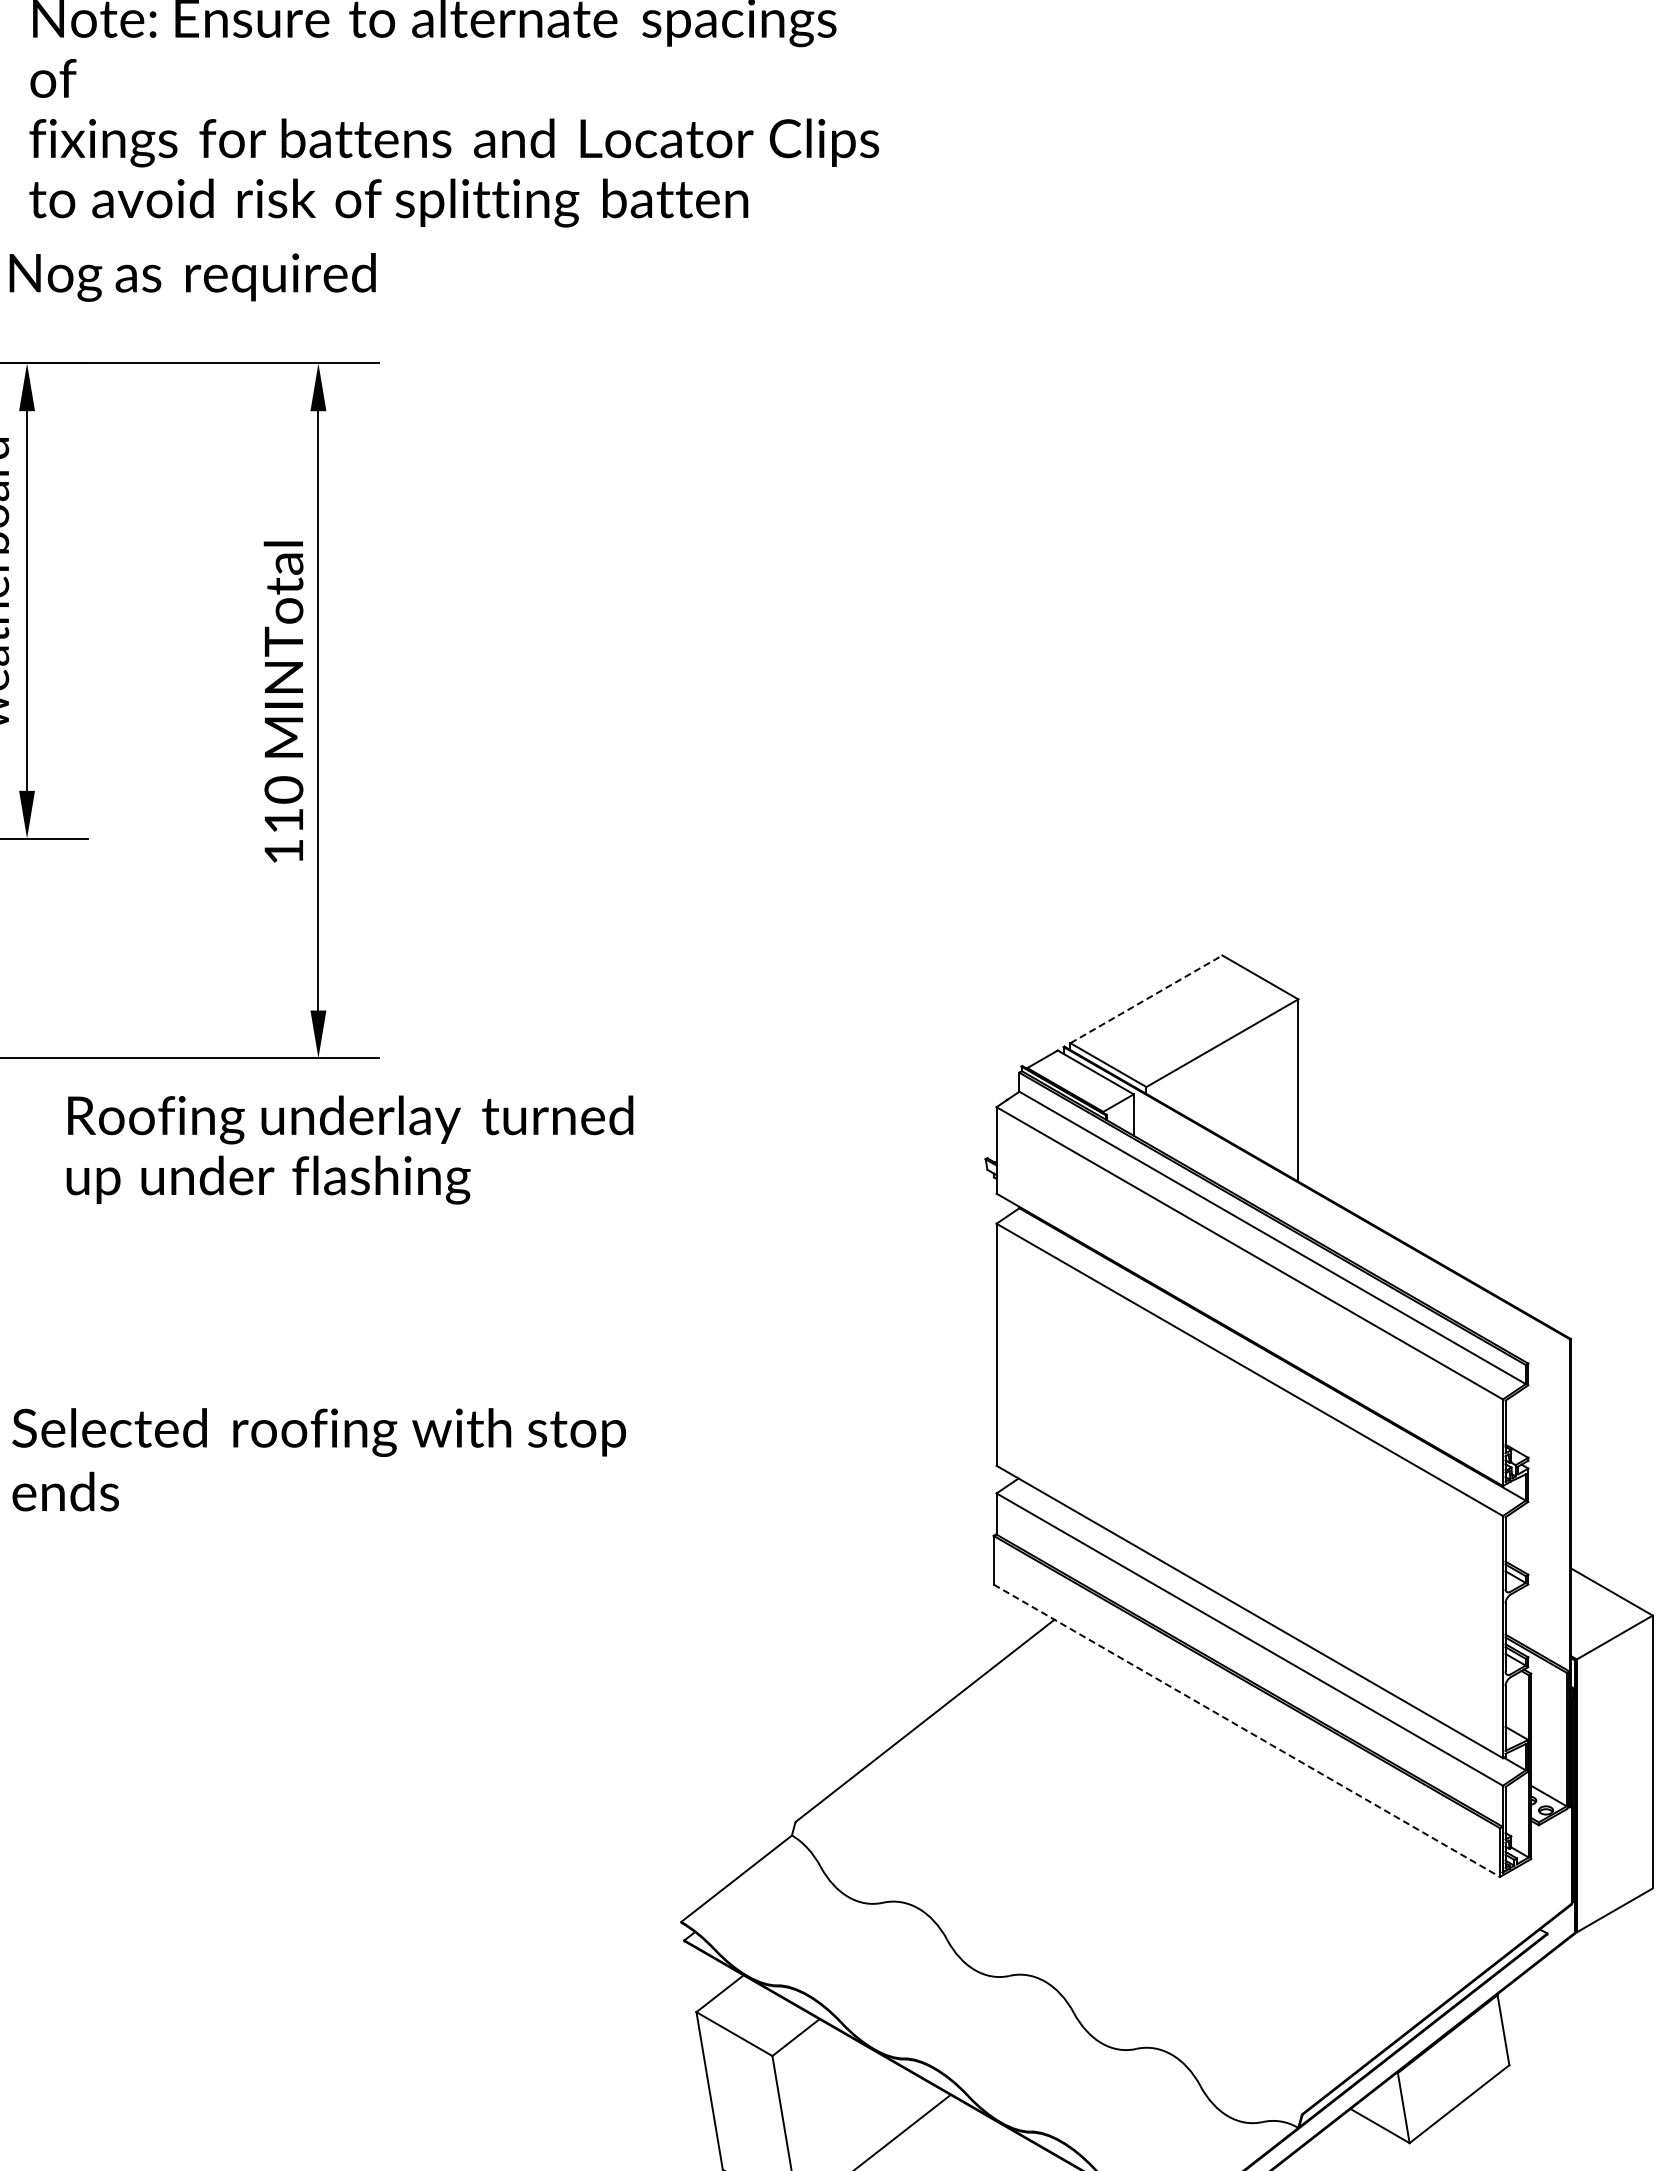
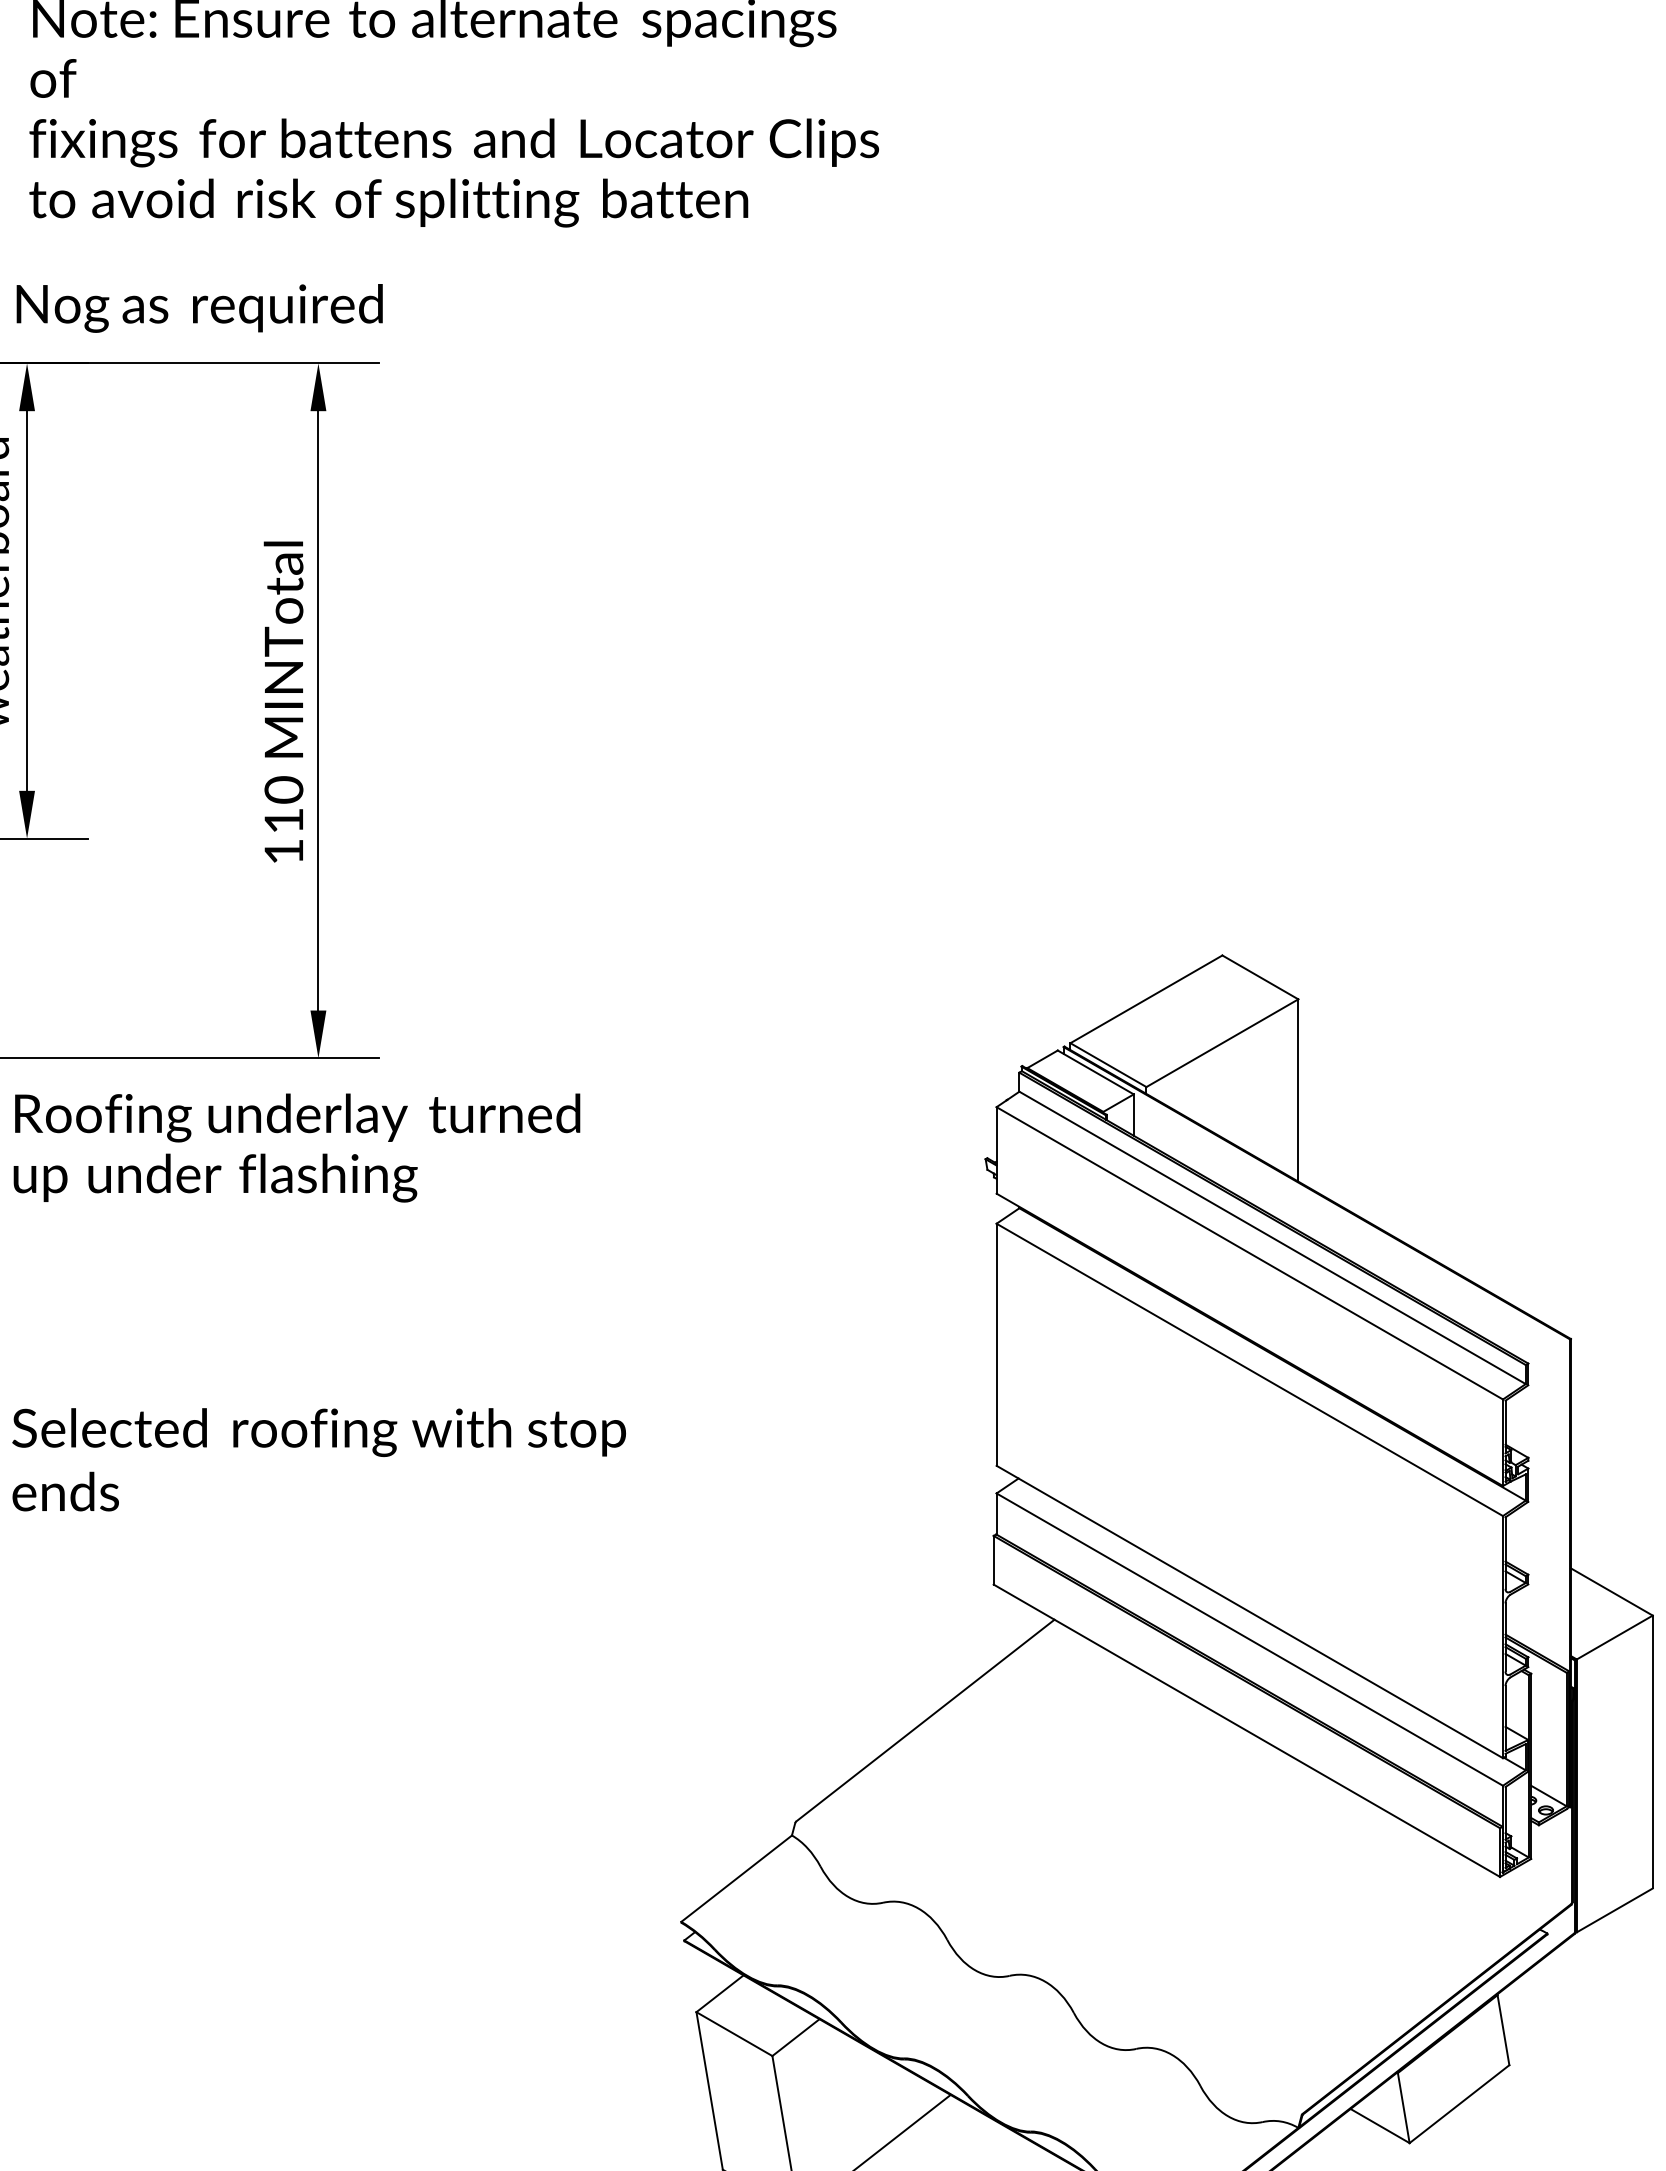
text at (192, 277) position: (192, 277) -> (199, 308)
line at (1146, 999): dashed -> solid
text at (349, 1149) position: (349, 1149) -> (296, 1147)
line at (1247, 1731): dashed -> solid
